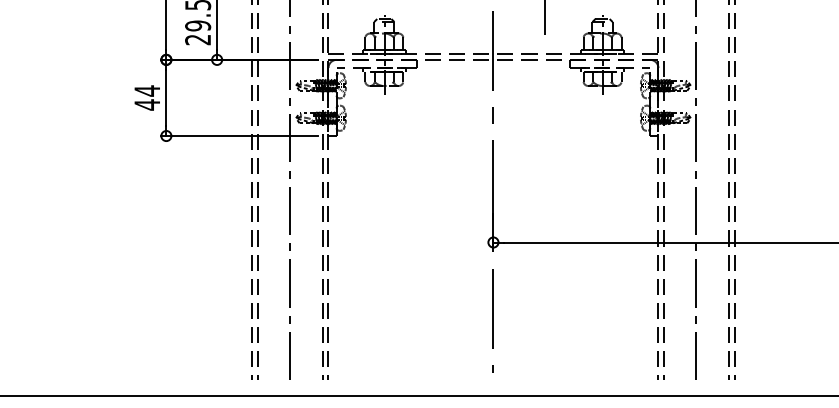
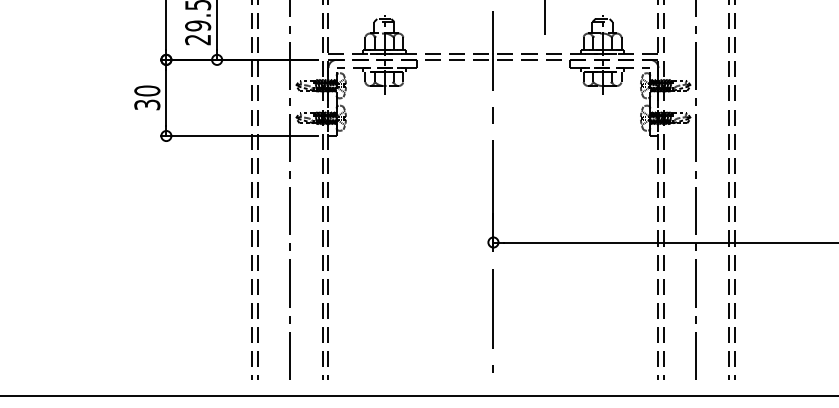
text at (147, 97): 44 -> 30
